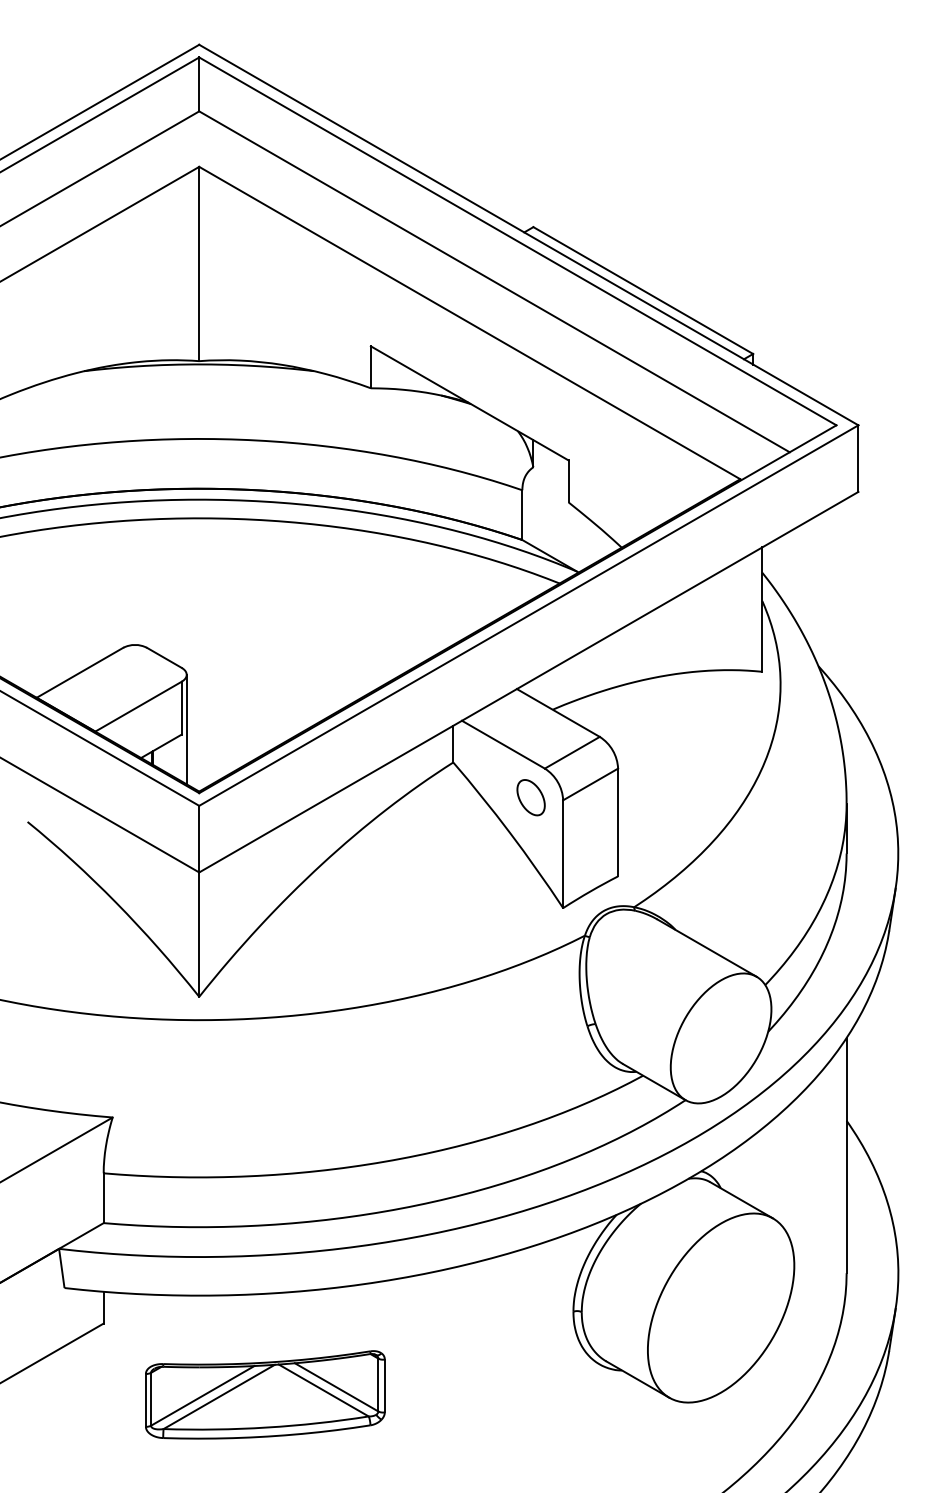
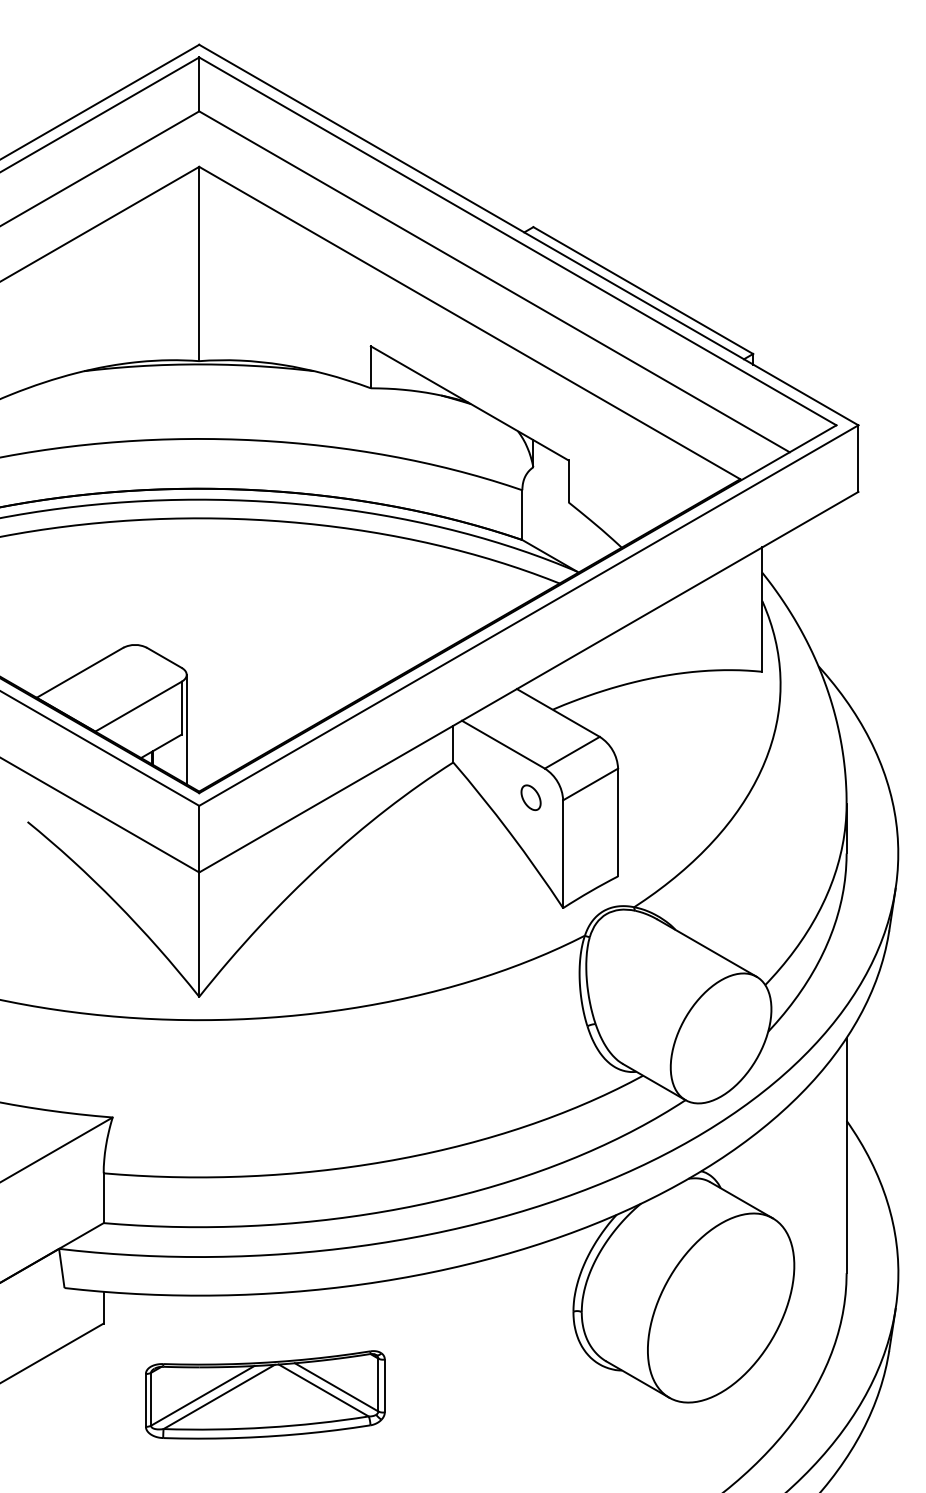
part at (530, 797) size: 30x38 px -> 22x28 px
